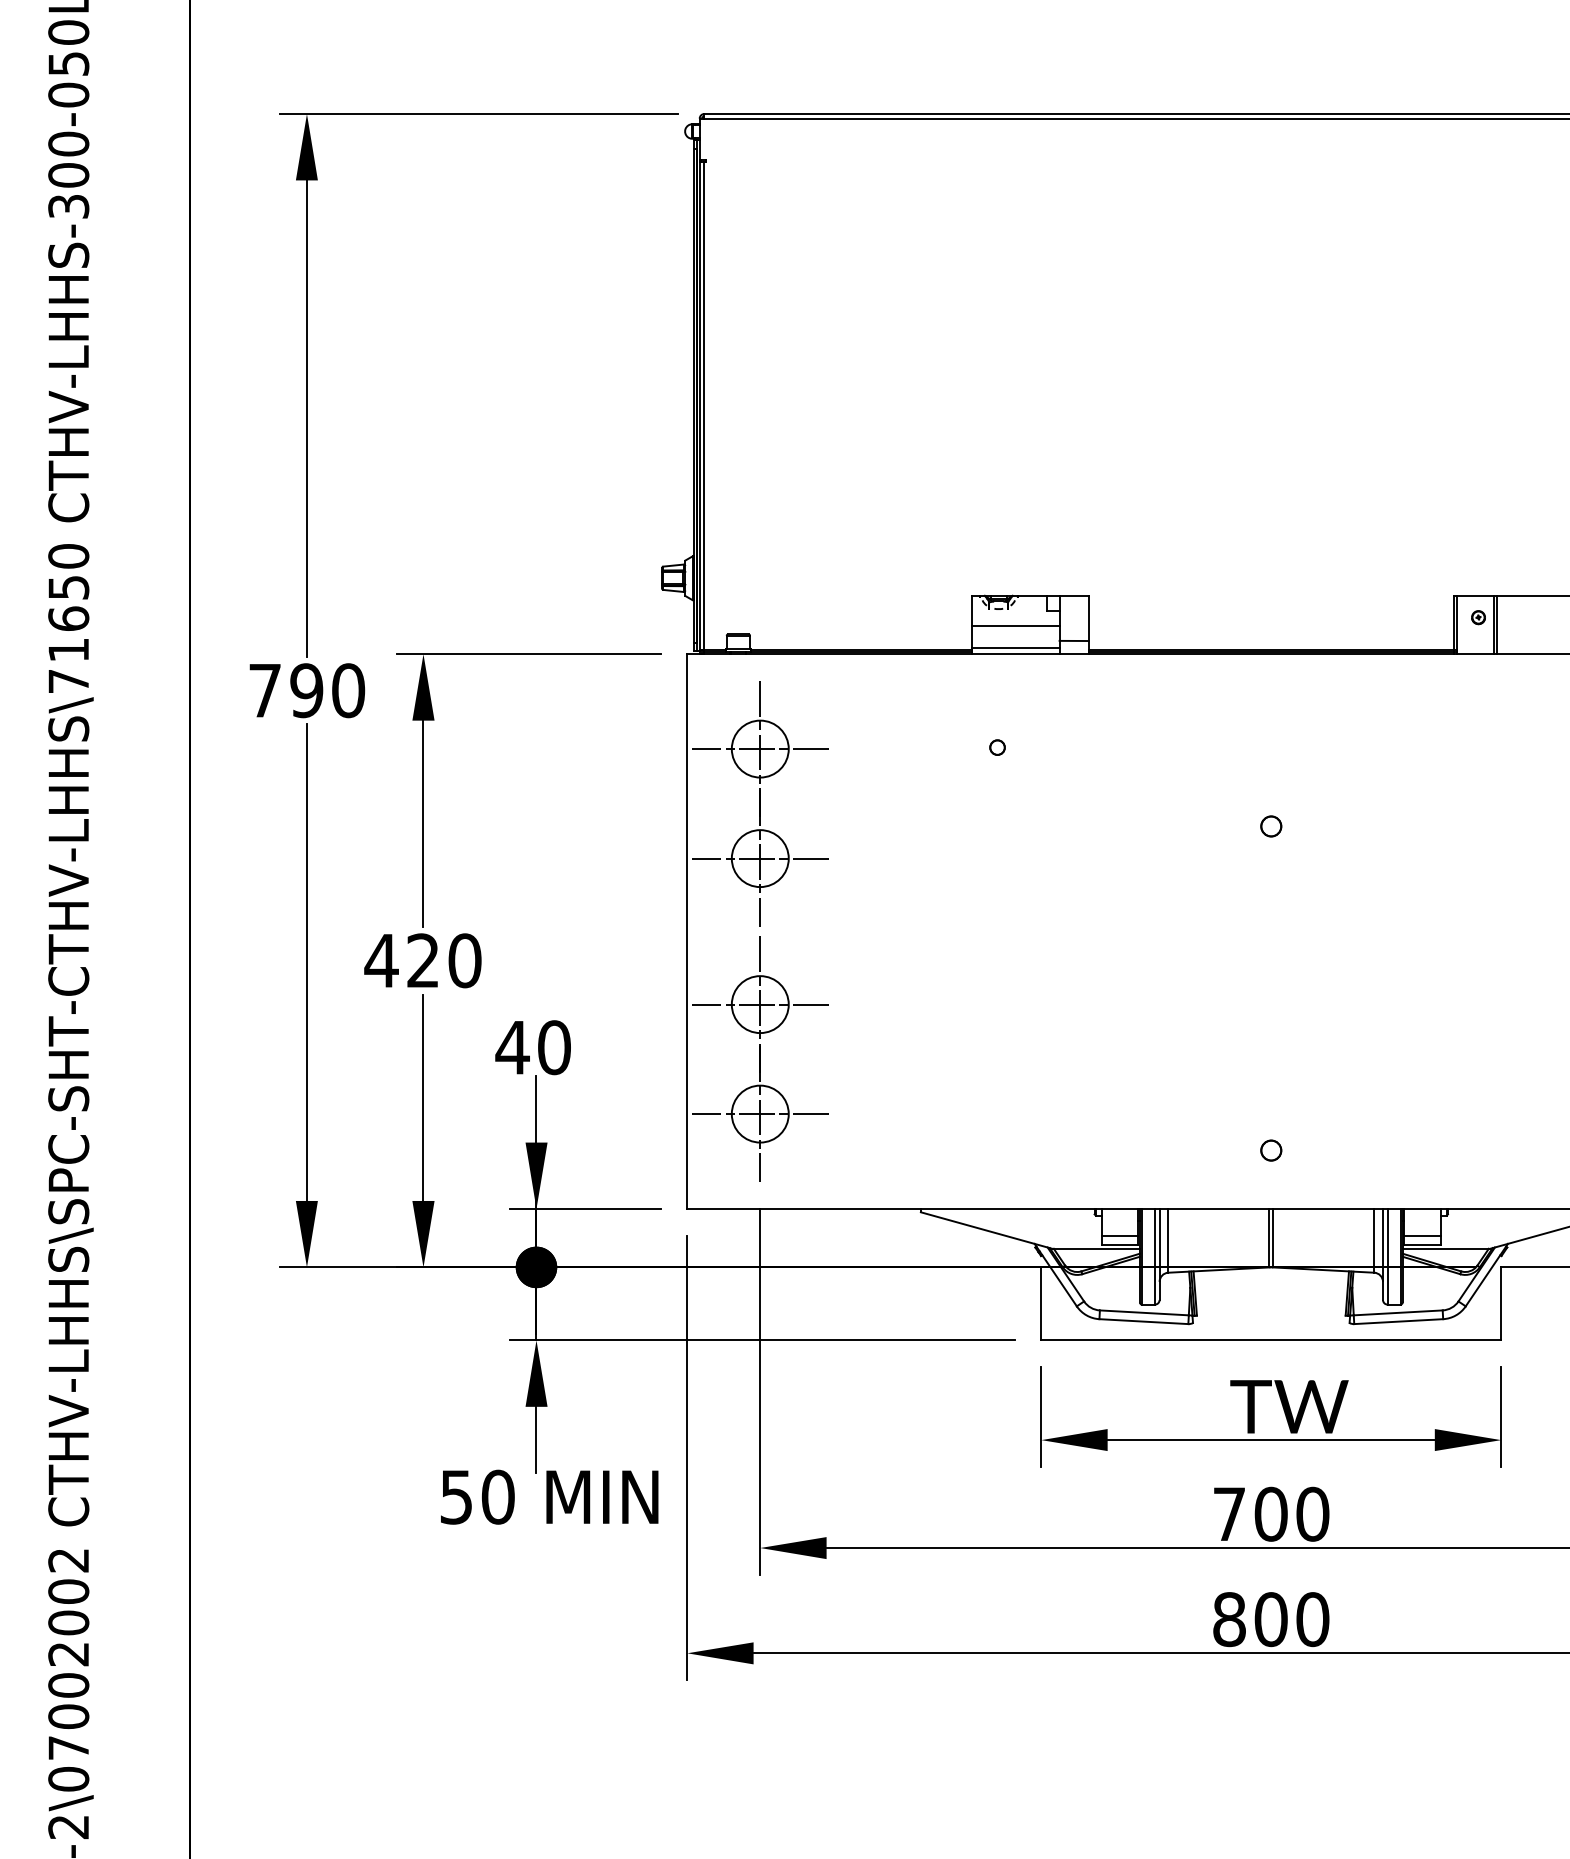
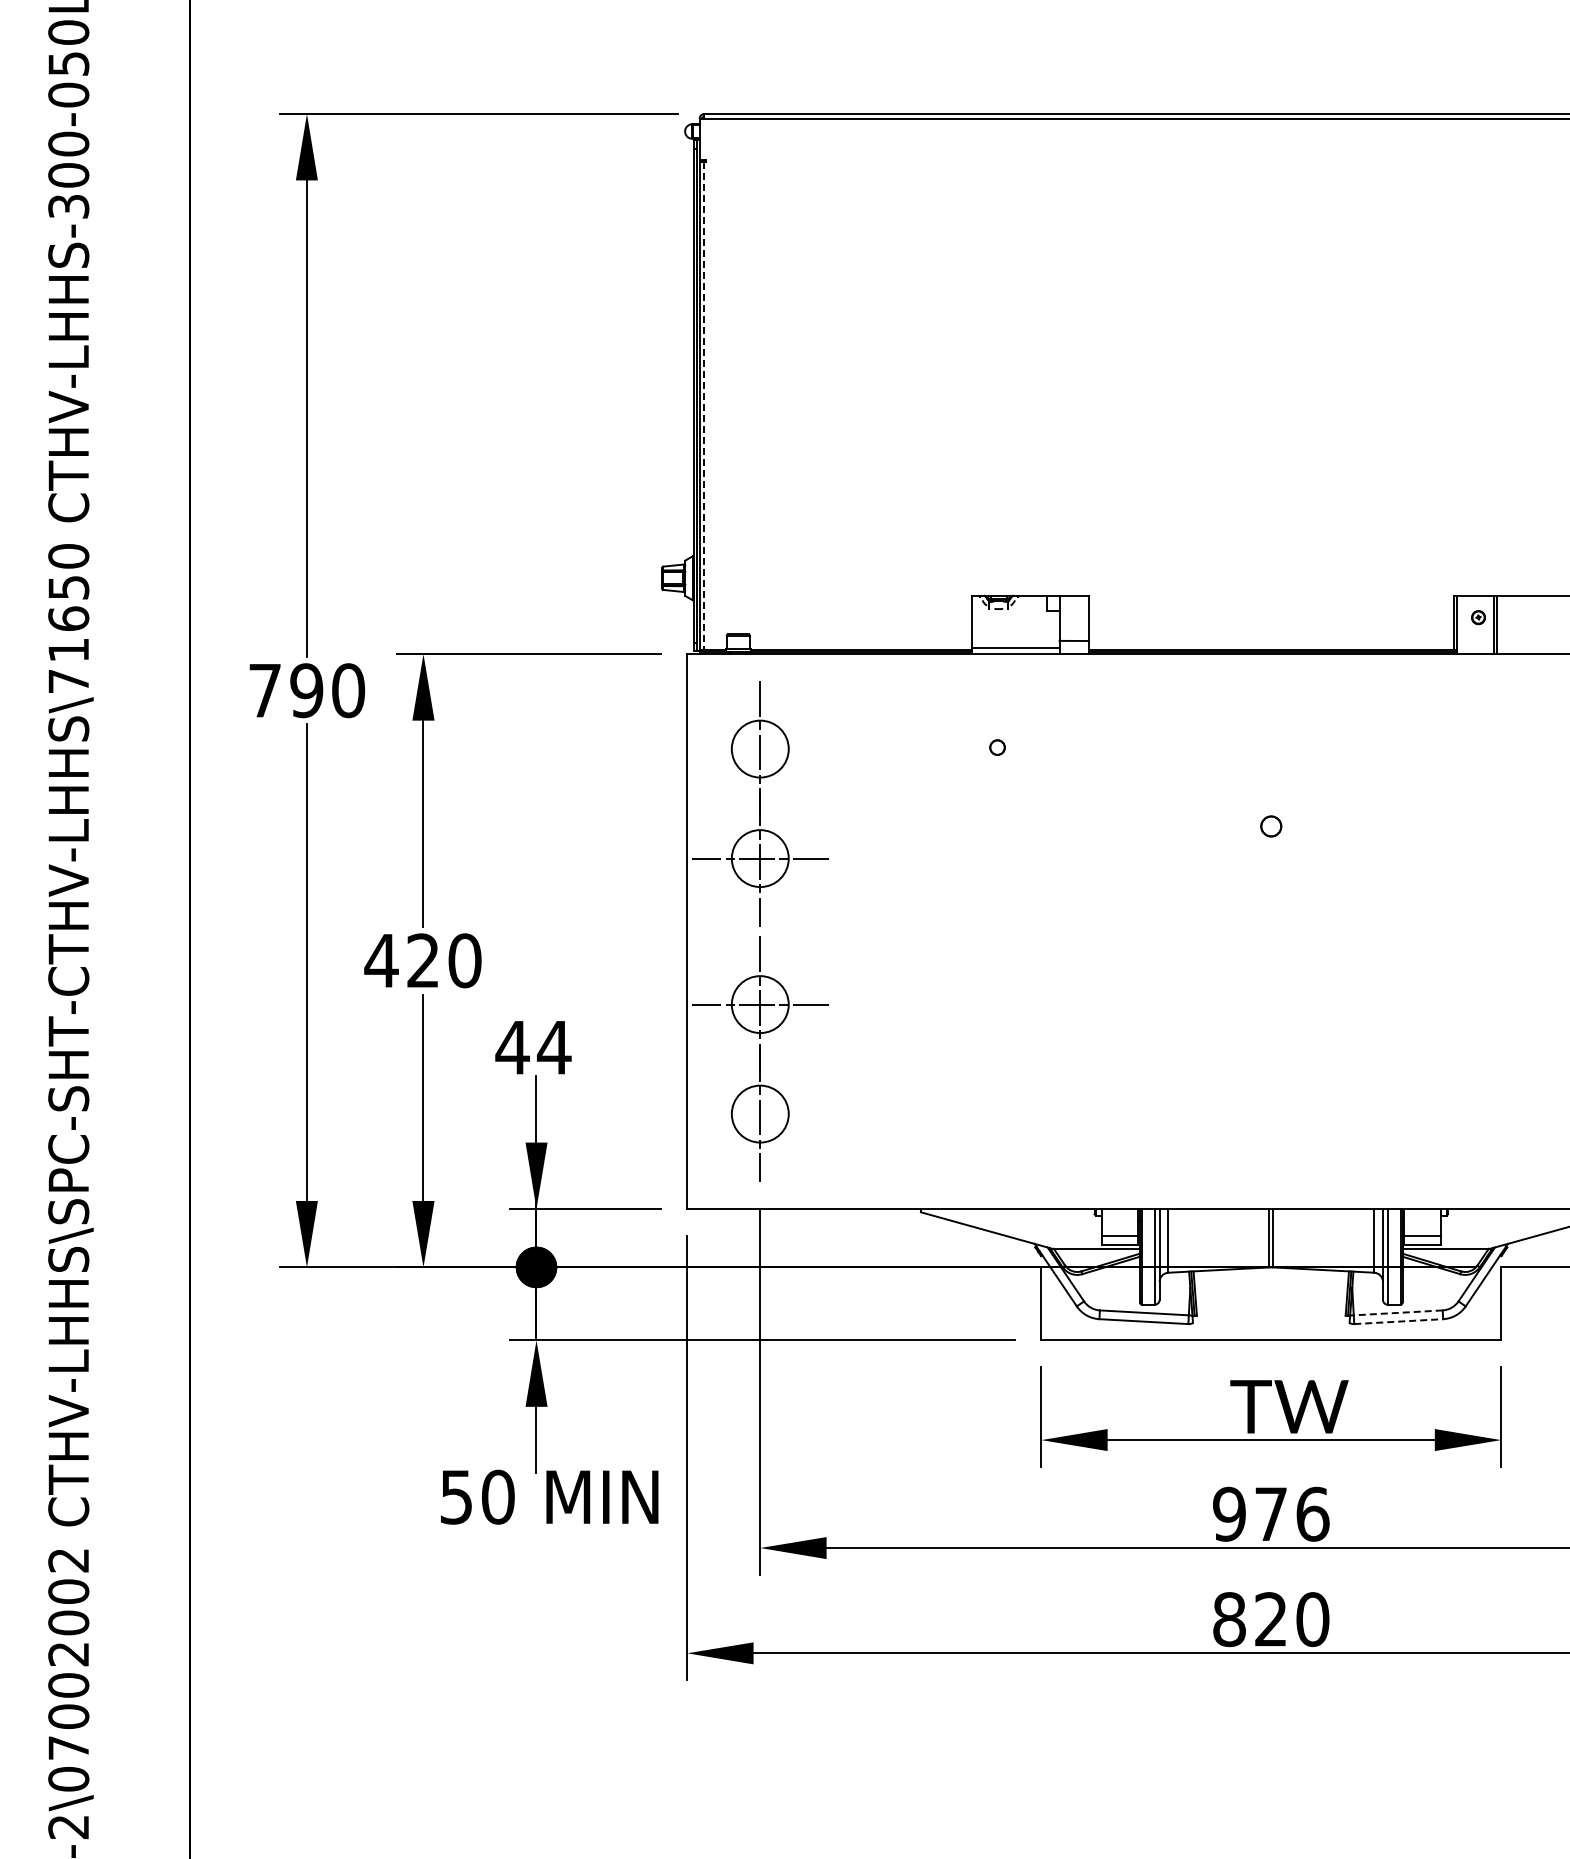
line at (704, 406): solid -> dashed
line at (1015, 625): present -> none
line at (760, 749): present -> none
text at (554, 1047): 40 -> 44
line at (760, 1114): present -> none
circle at (1271, 1150): present -> none
line at (1398, 1312): solid -> dashed
line at (1398, 1321): solid -> dashed
text at (1271, 1513): 700 -> 976
text at (1270, 1619): 800 -> 820
